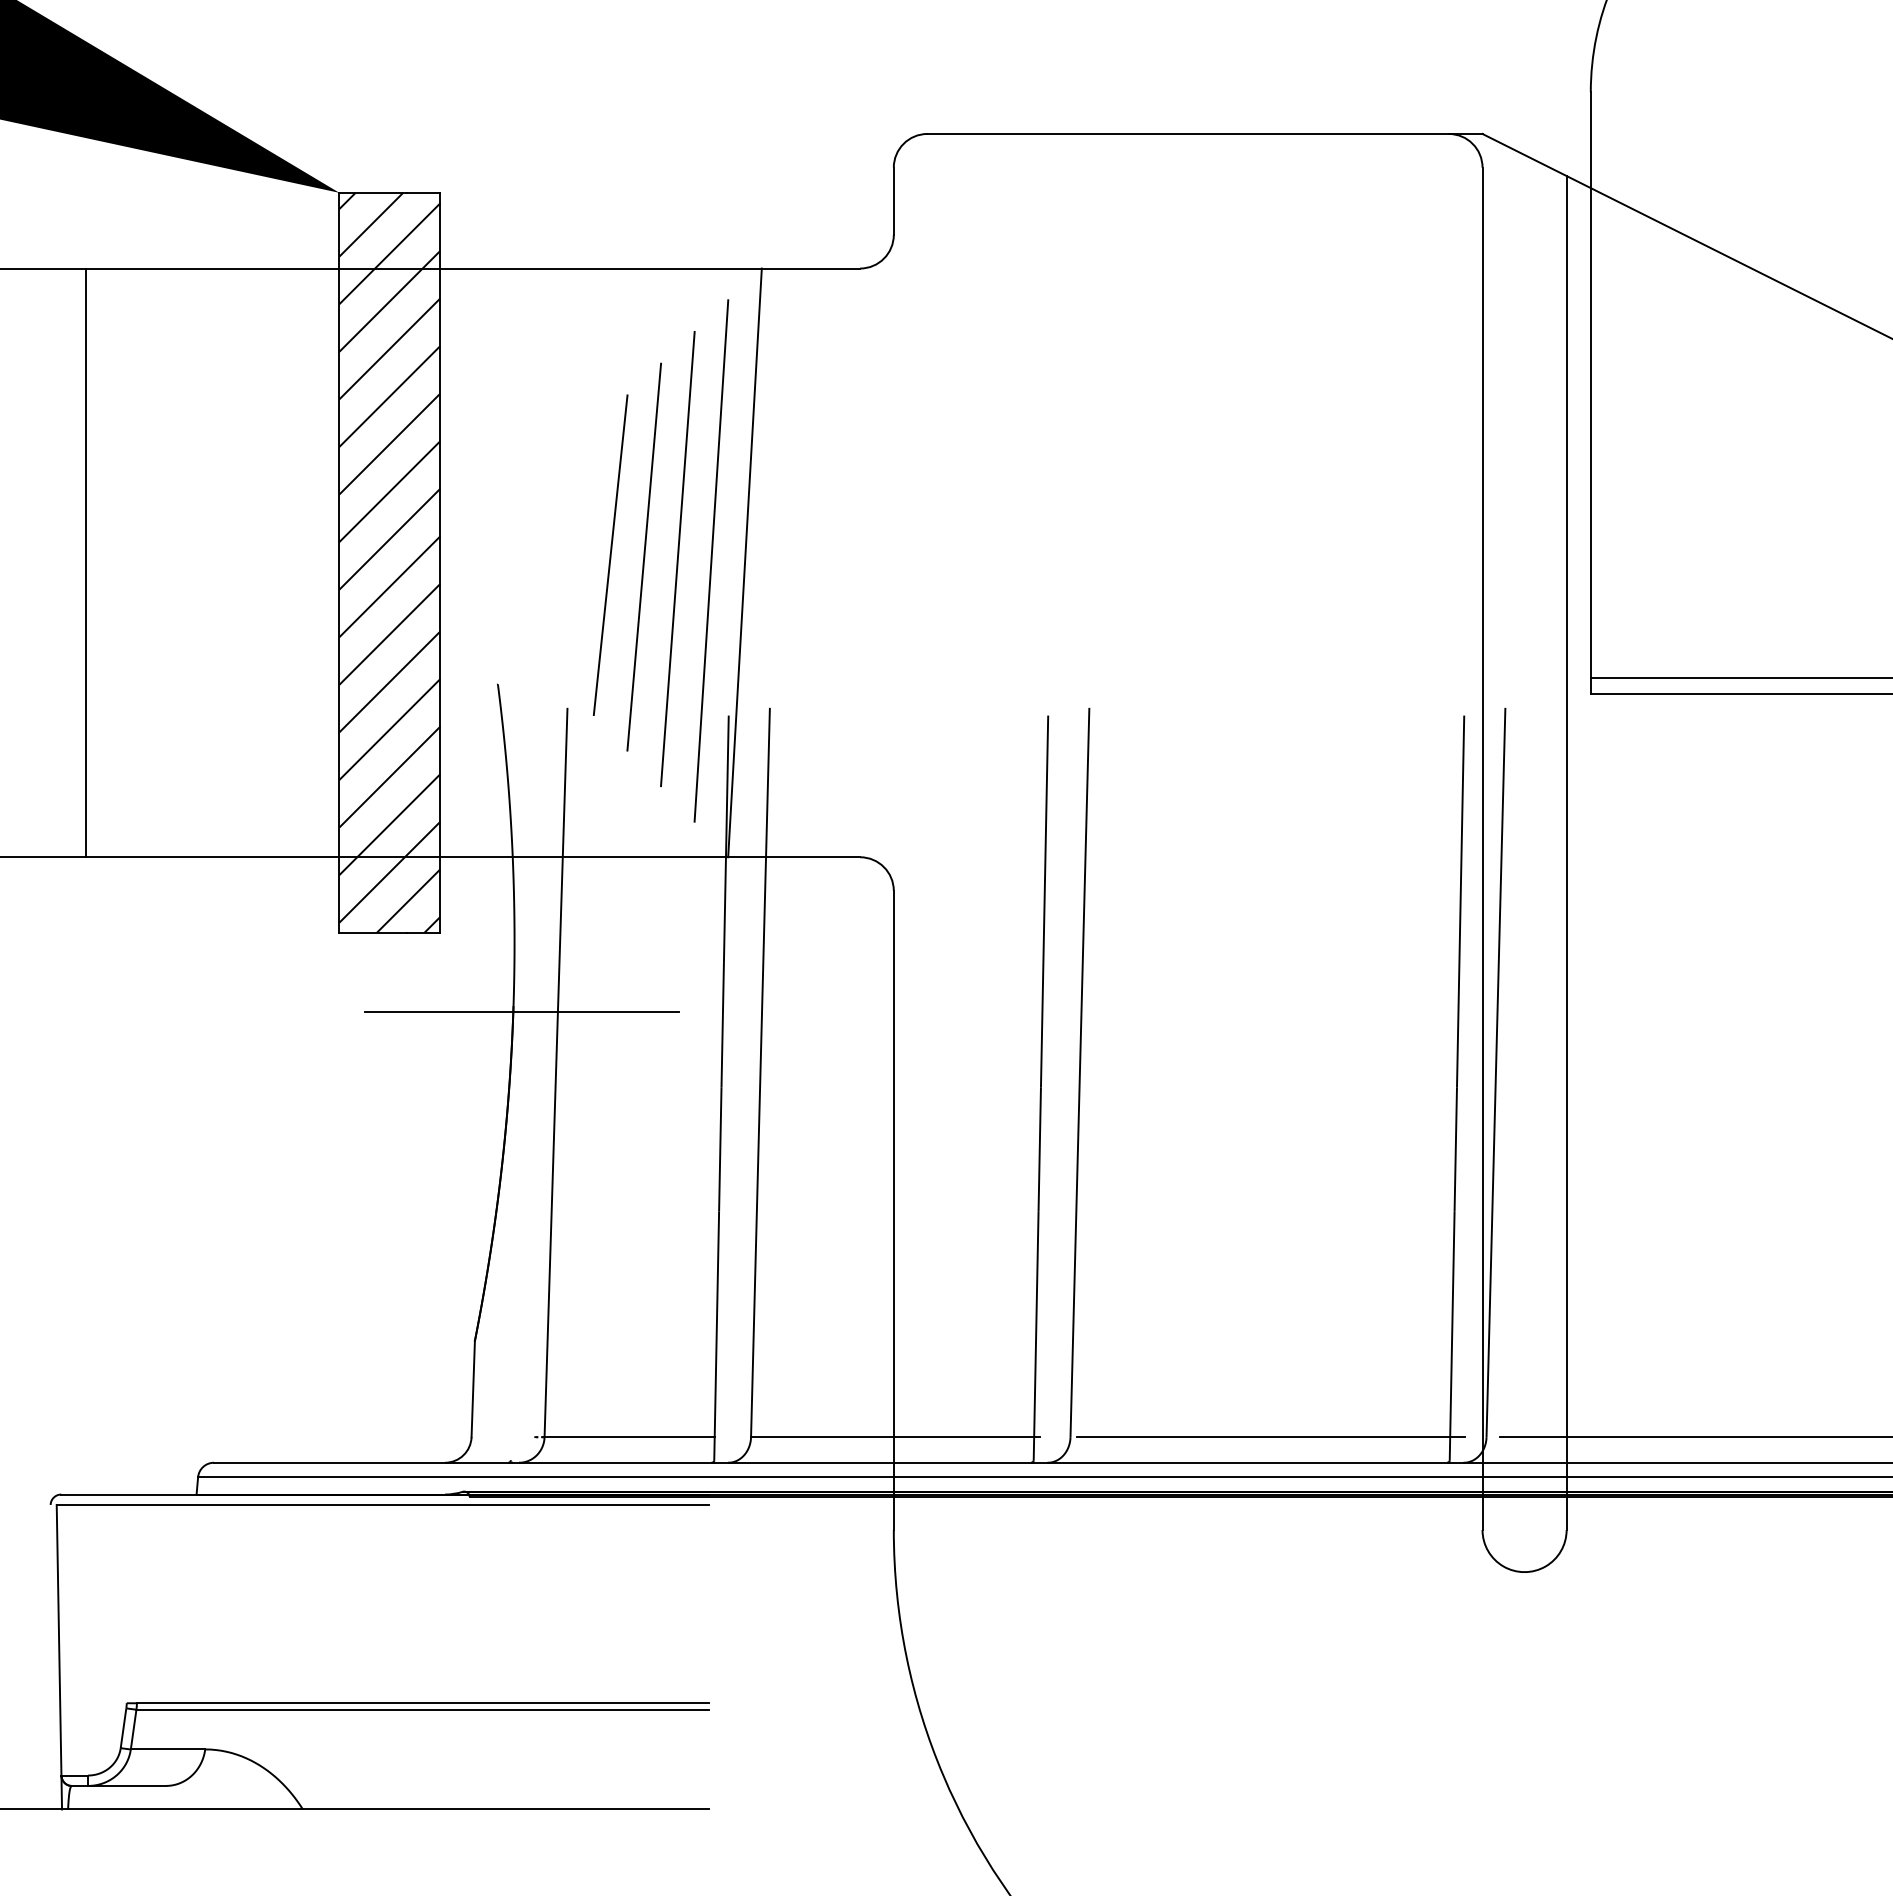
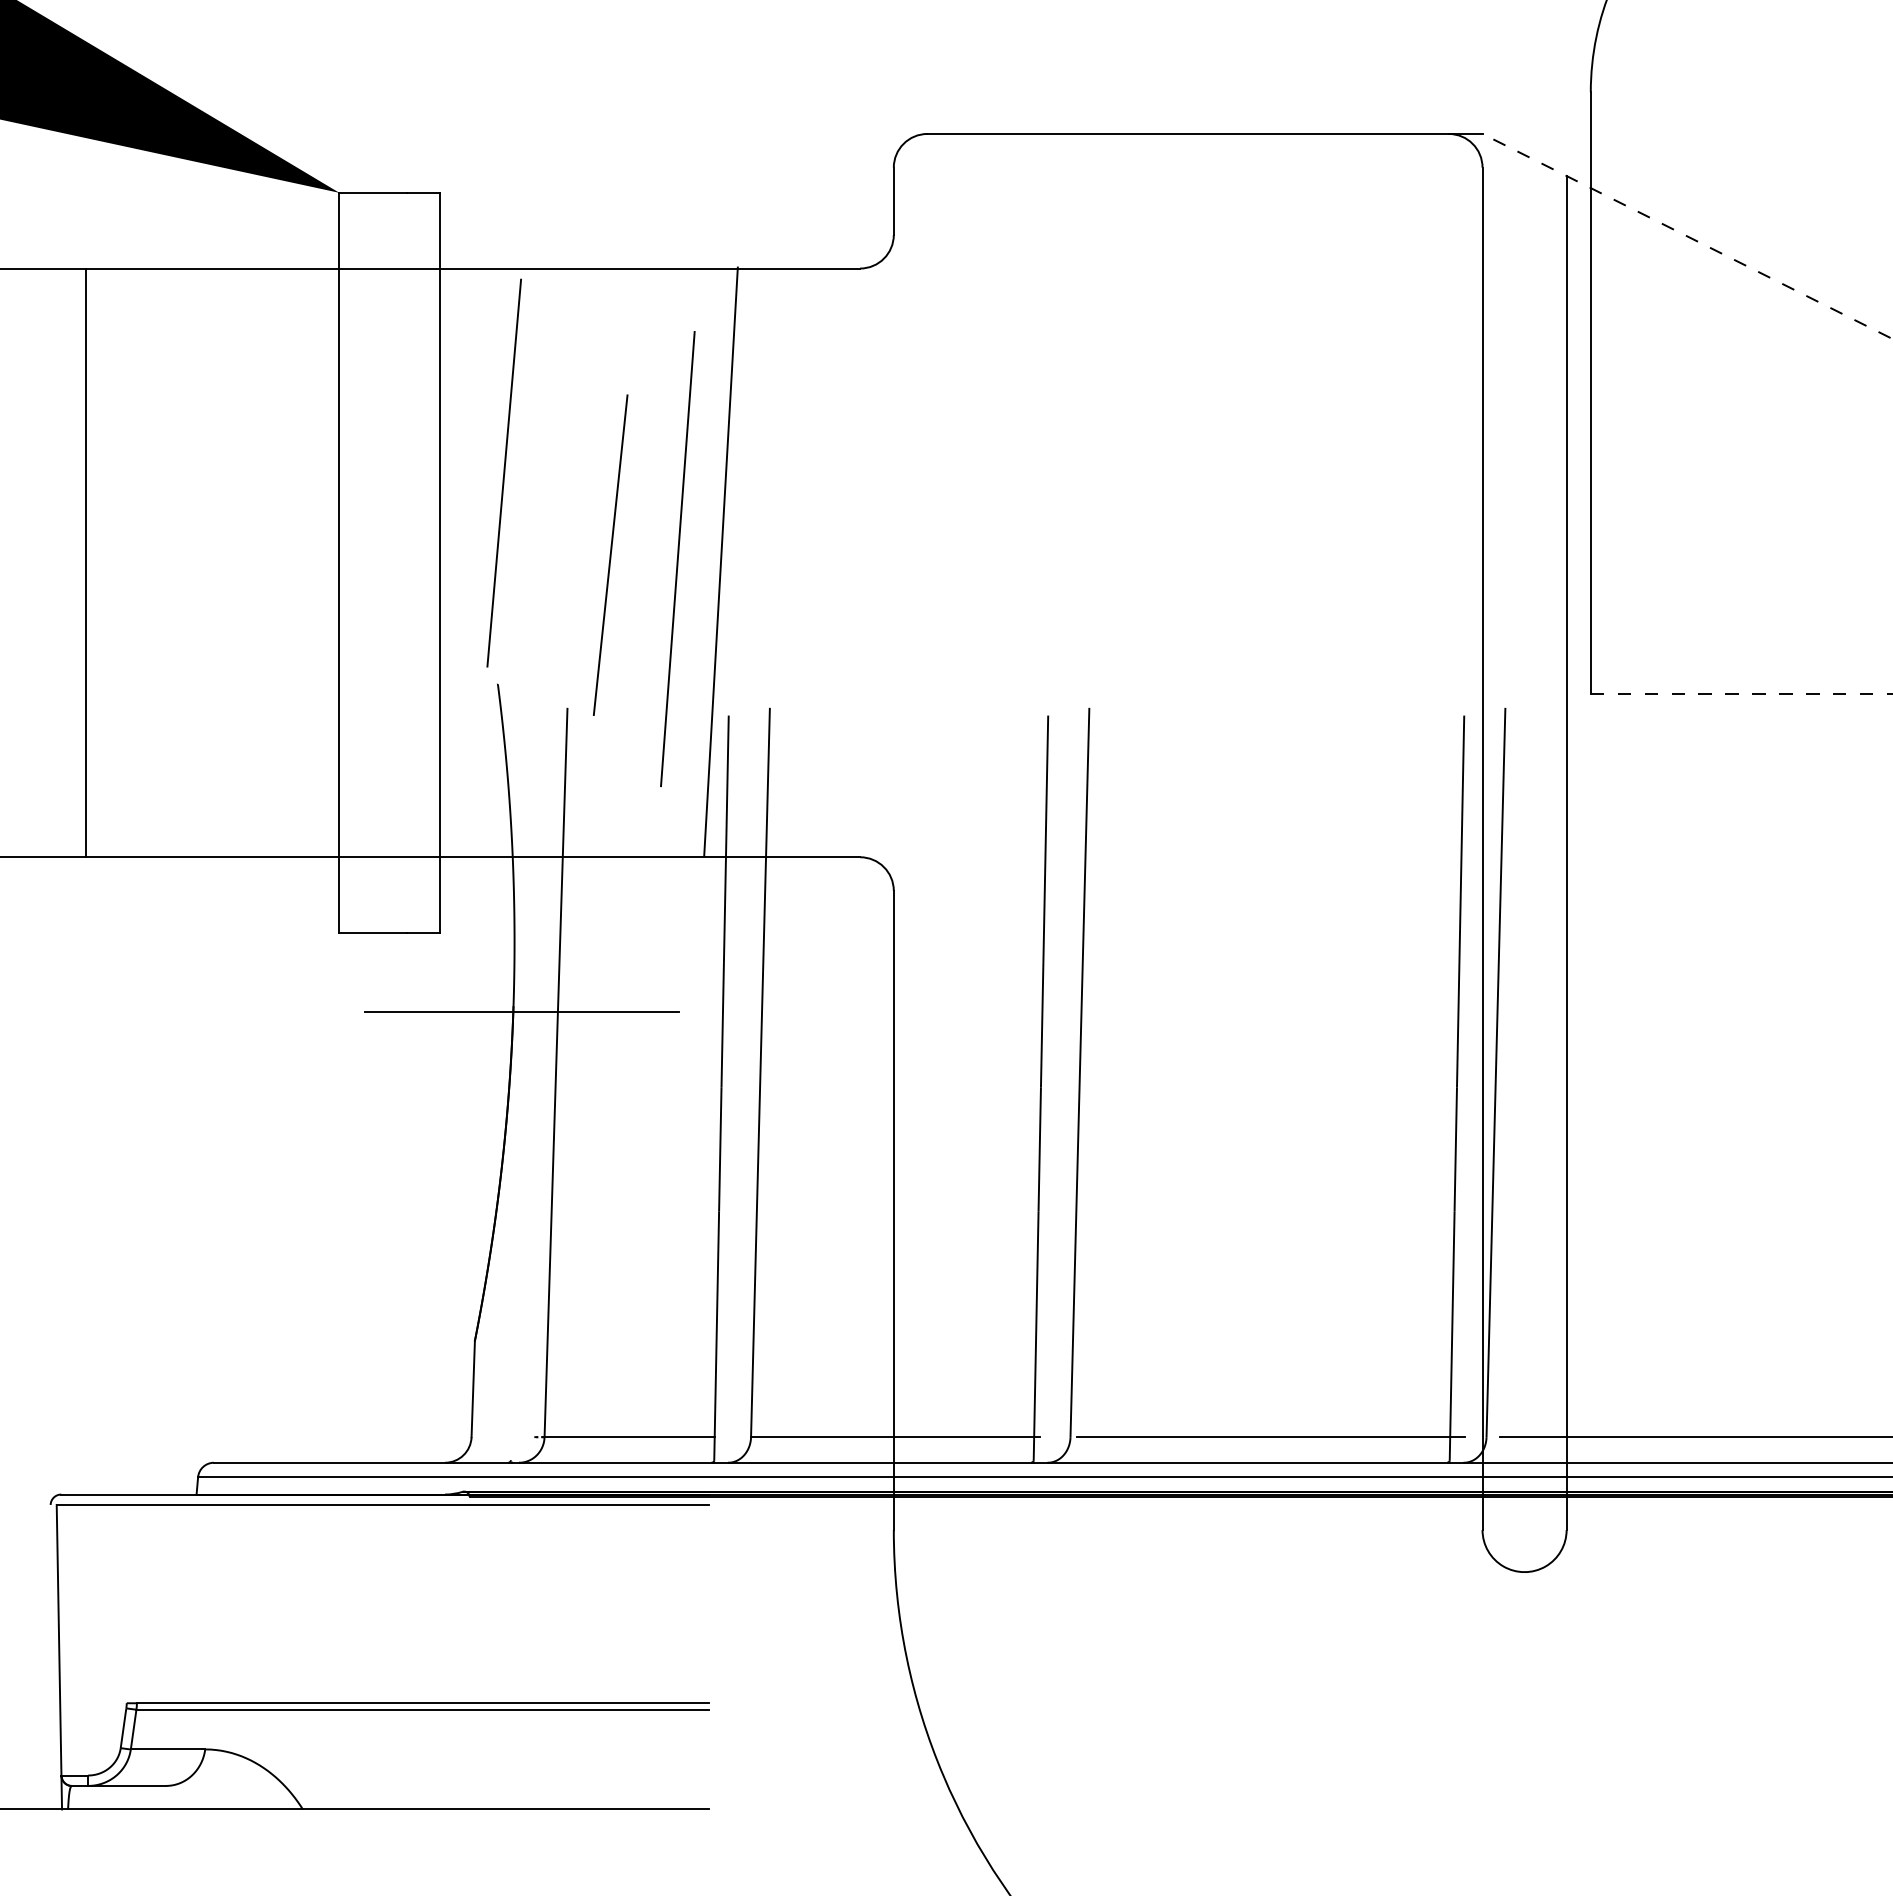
line at (1687, 236): solid -> dashed
line at (643, 556) position: (643, 556) -> (503, 472)
line at (711, 560): present -> none
hatch at (389, 562): present -> none
line at (744, 562) position: (744, 562) -> (720, 561)
line at (1739, 678): present -> none
line at (1741, 693): solid -> dashed
